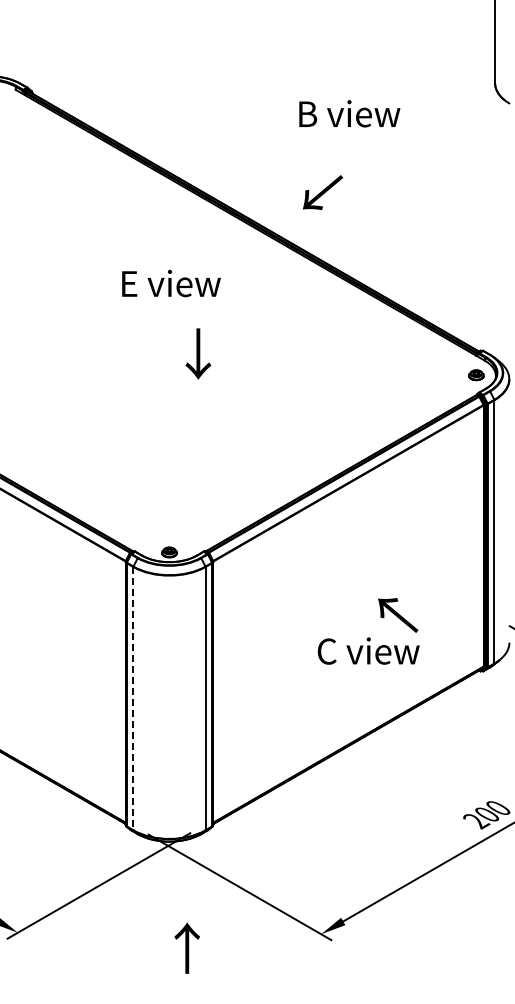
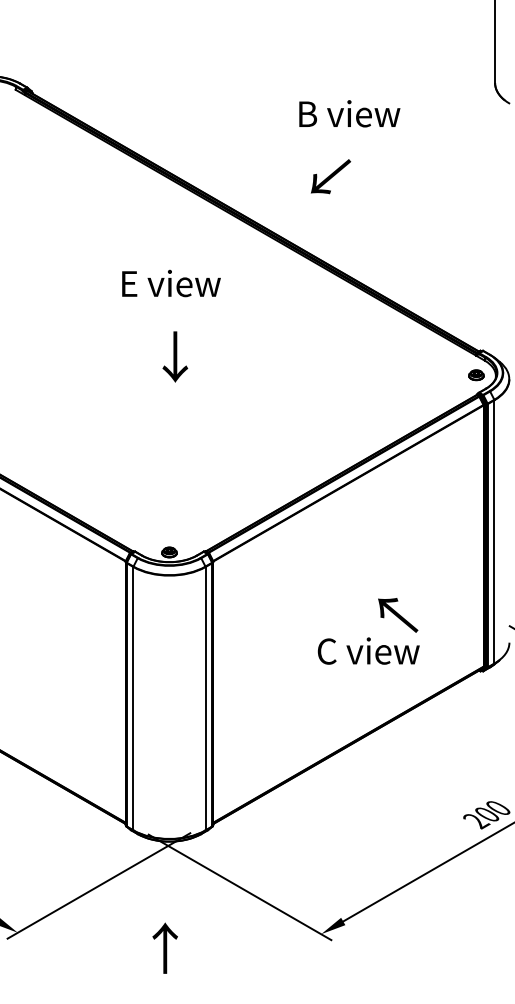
text at (322, 192) position: (322, 192) -> (330, 176)
text at (198, 353) position: (198, 353) -> (175, 356)
line at (133, 698): dashed -> solid
text at (186, 947) position: (186, 947) -> (164, 947)
